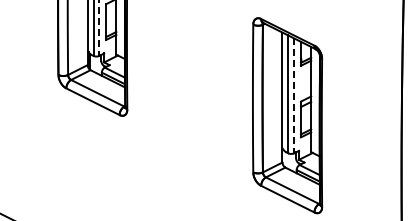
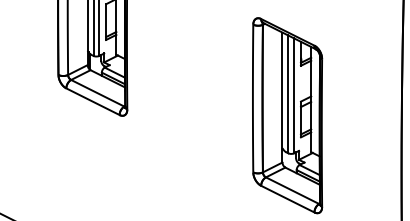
line at (99, 28): dashed -> solid
line at (294, 96): dashed -> solid
